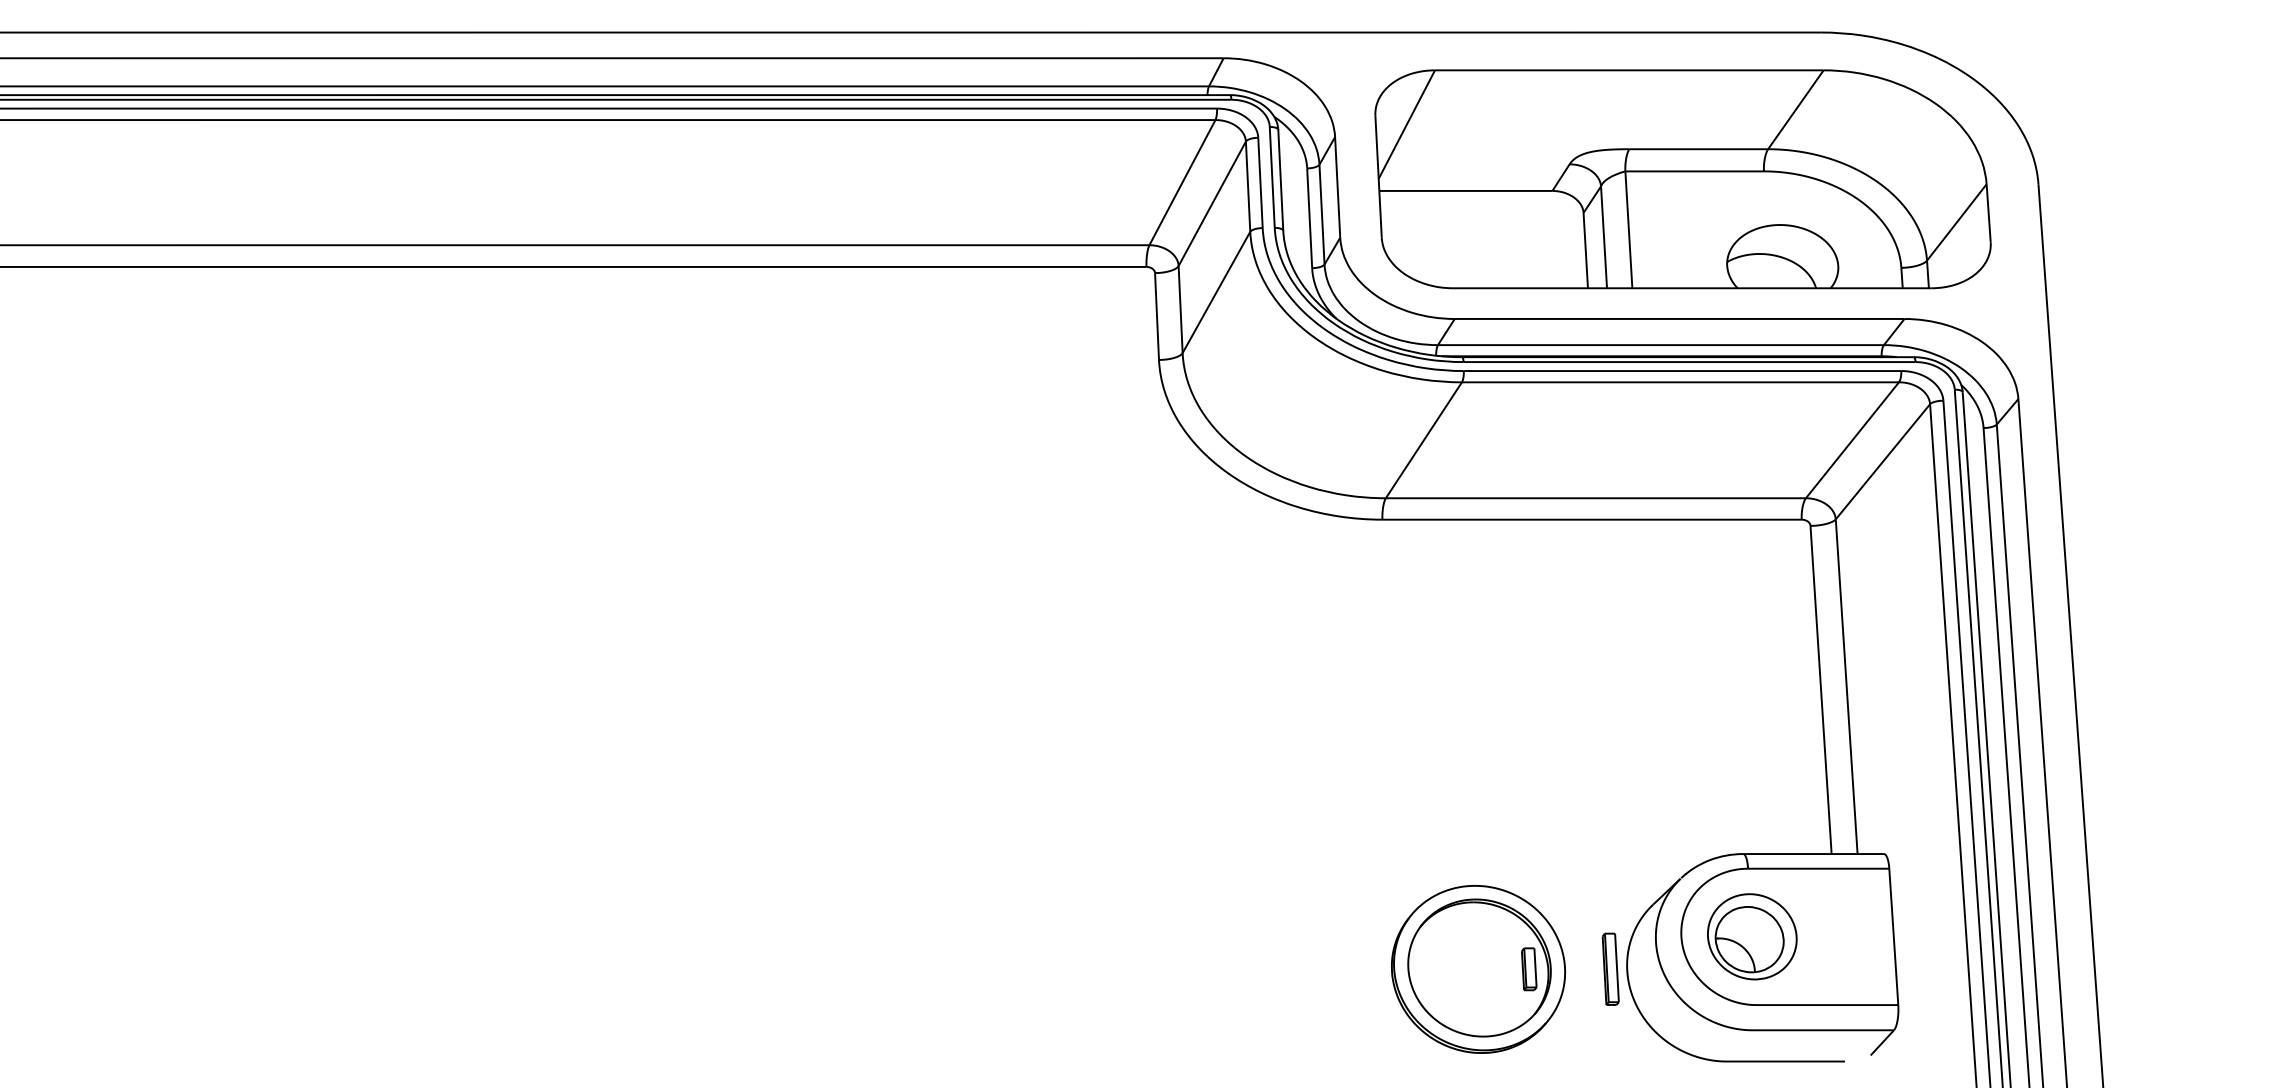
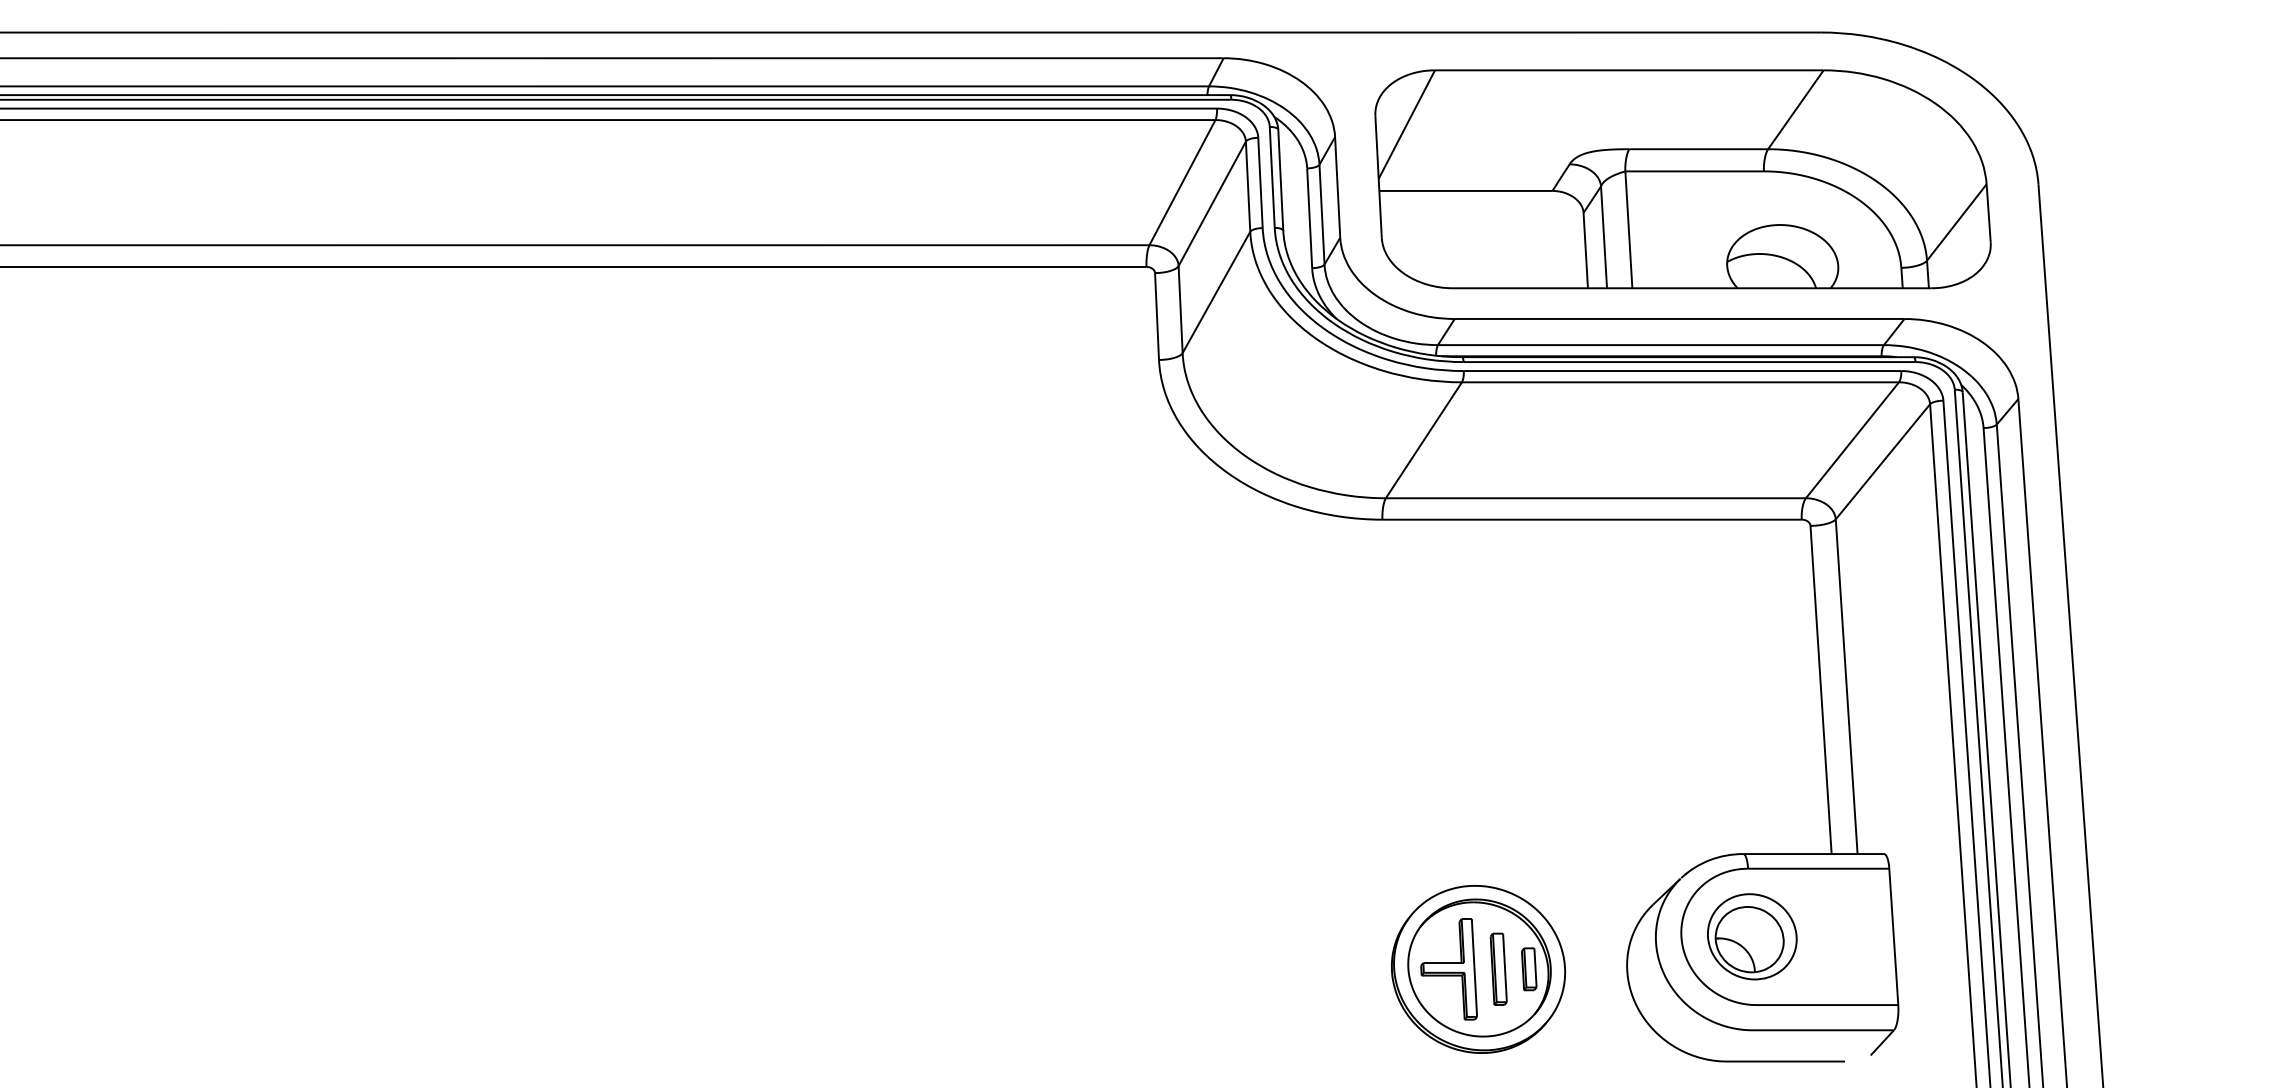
part at (1610, 968) position: (1610, 968) -> (1498, 968)
part at (1448, 969): none -> present
